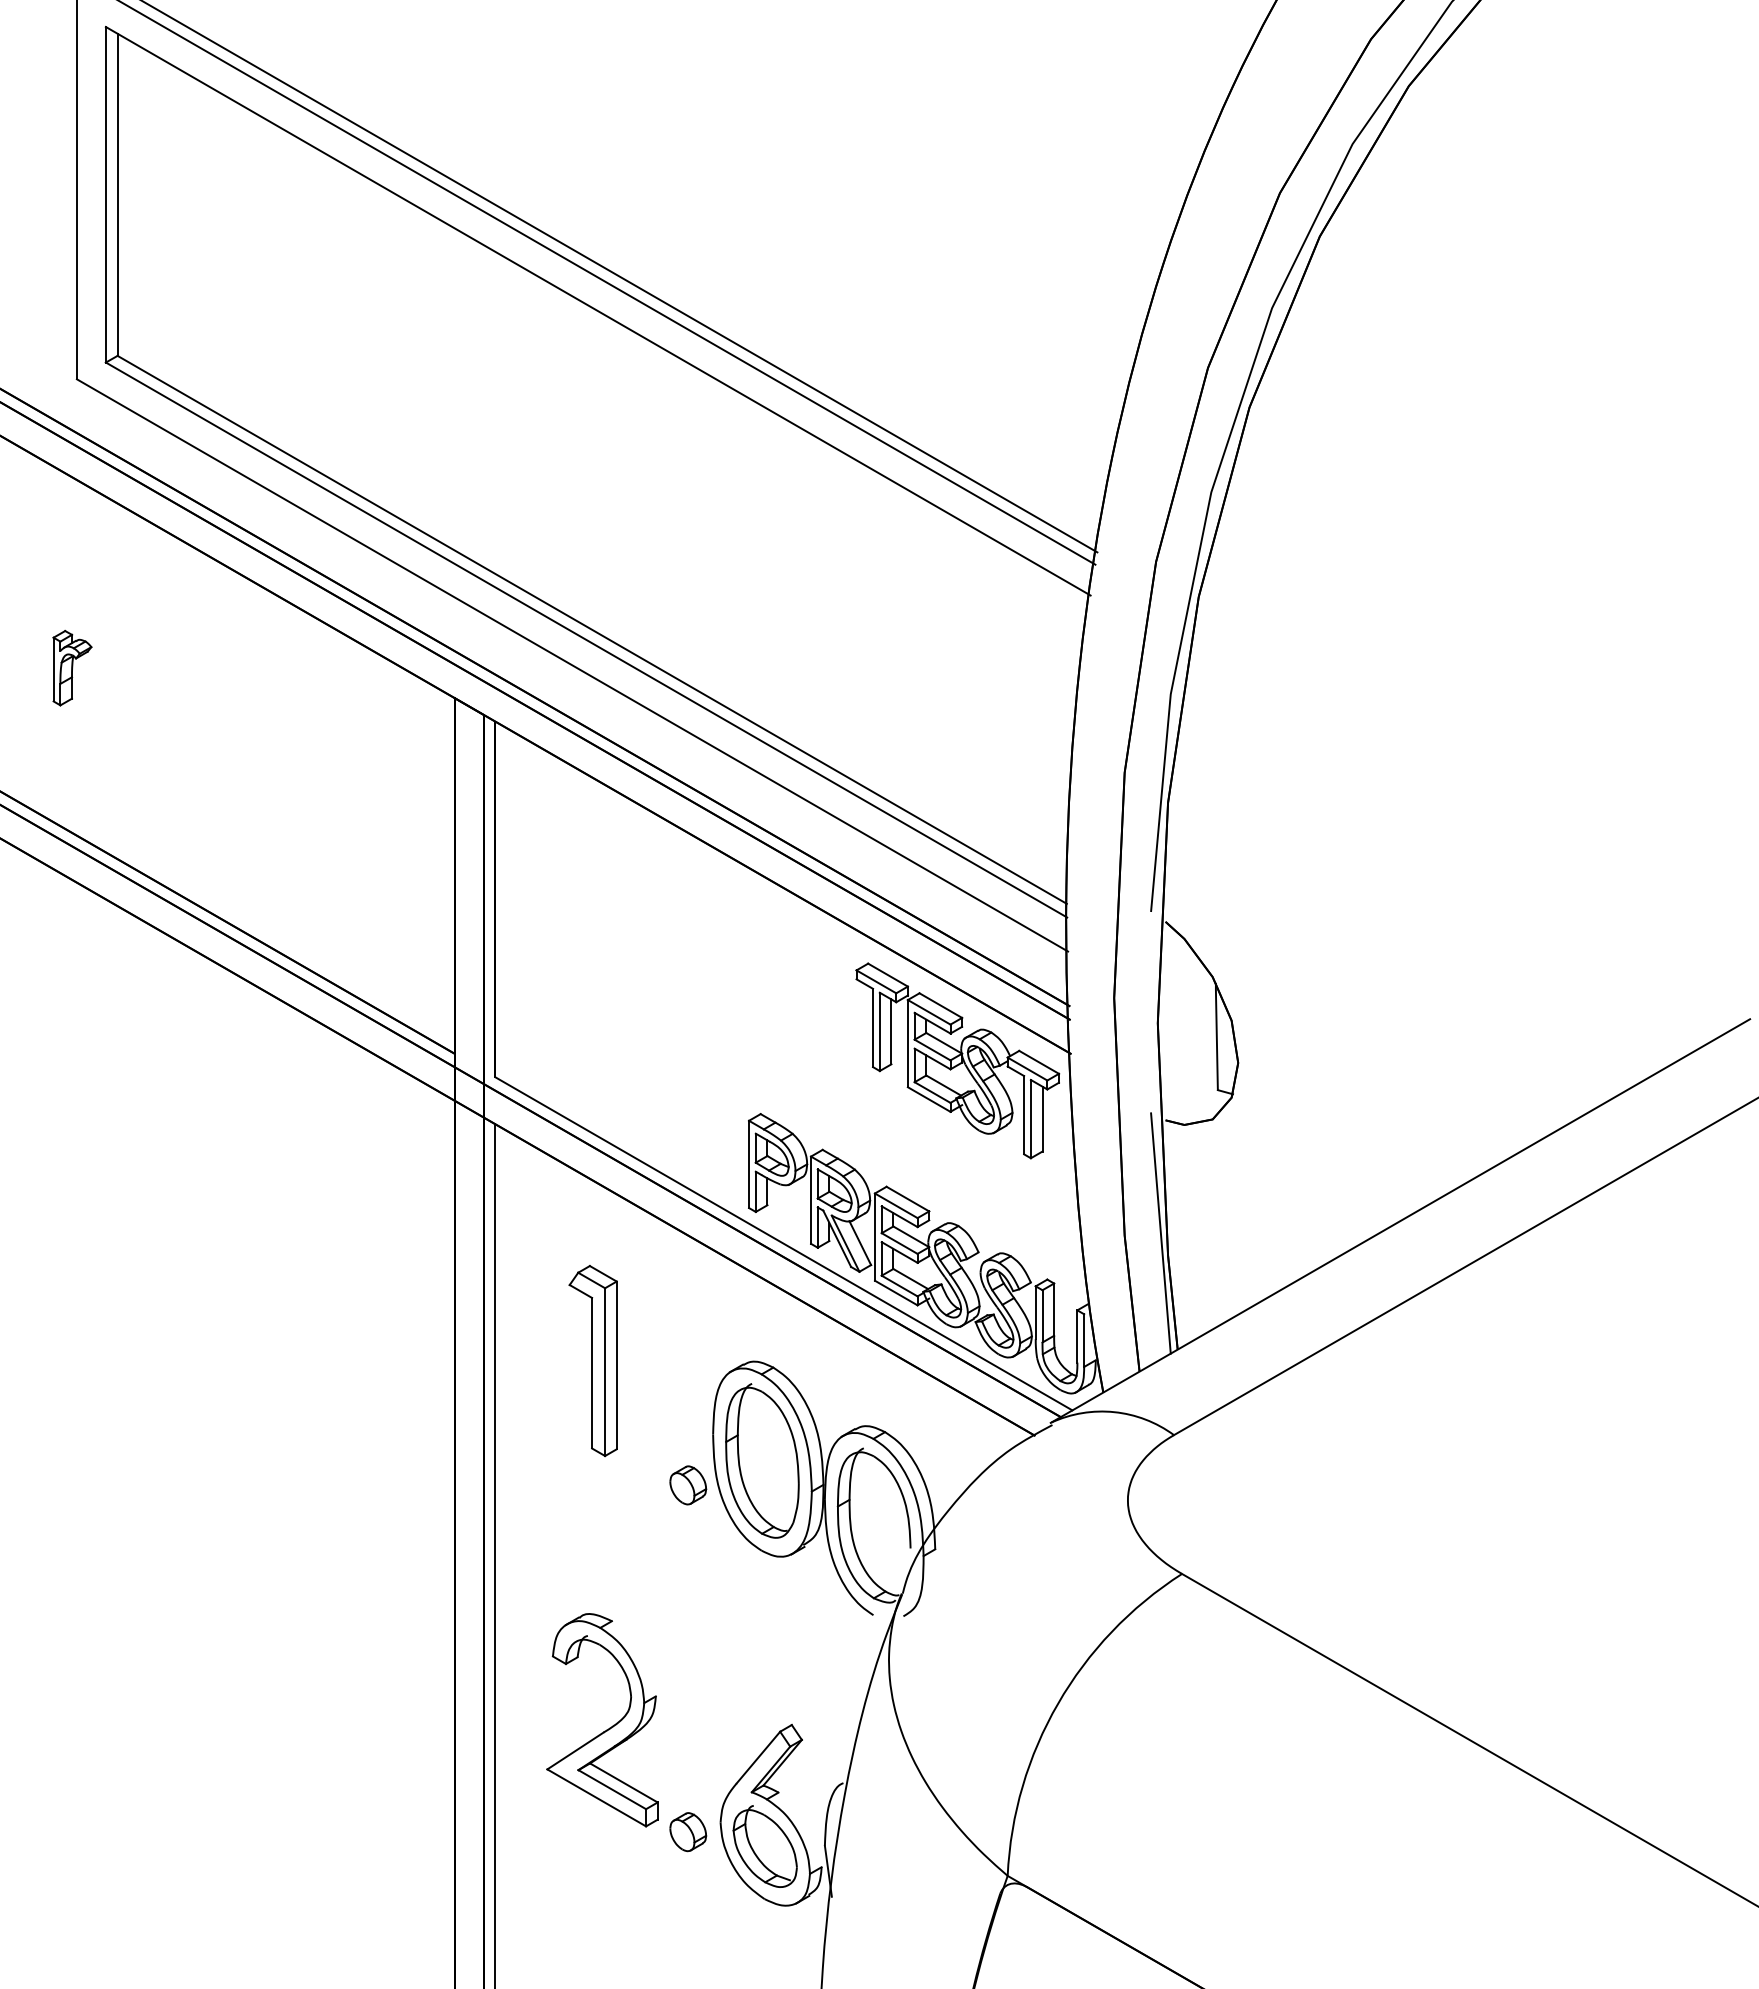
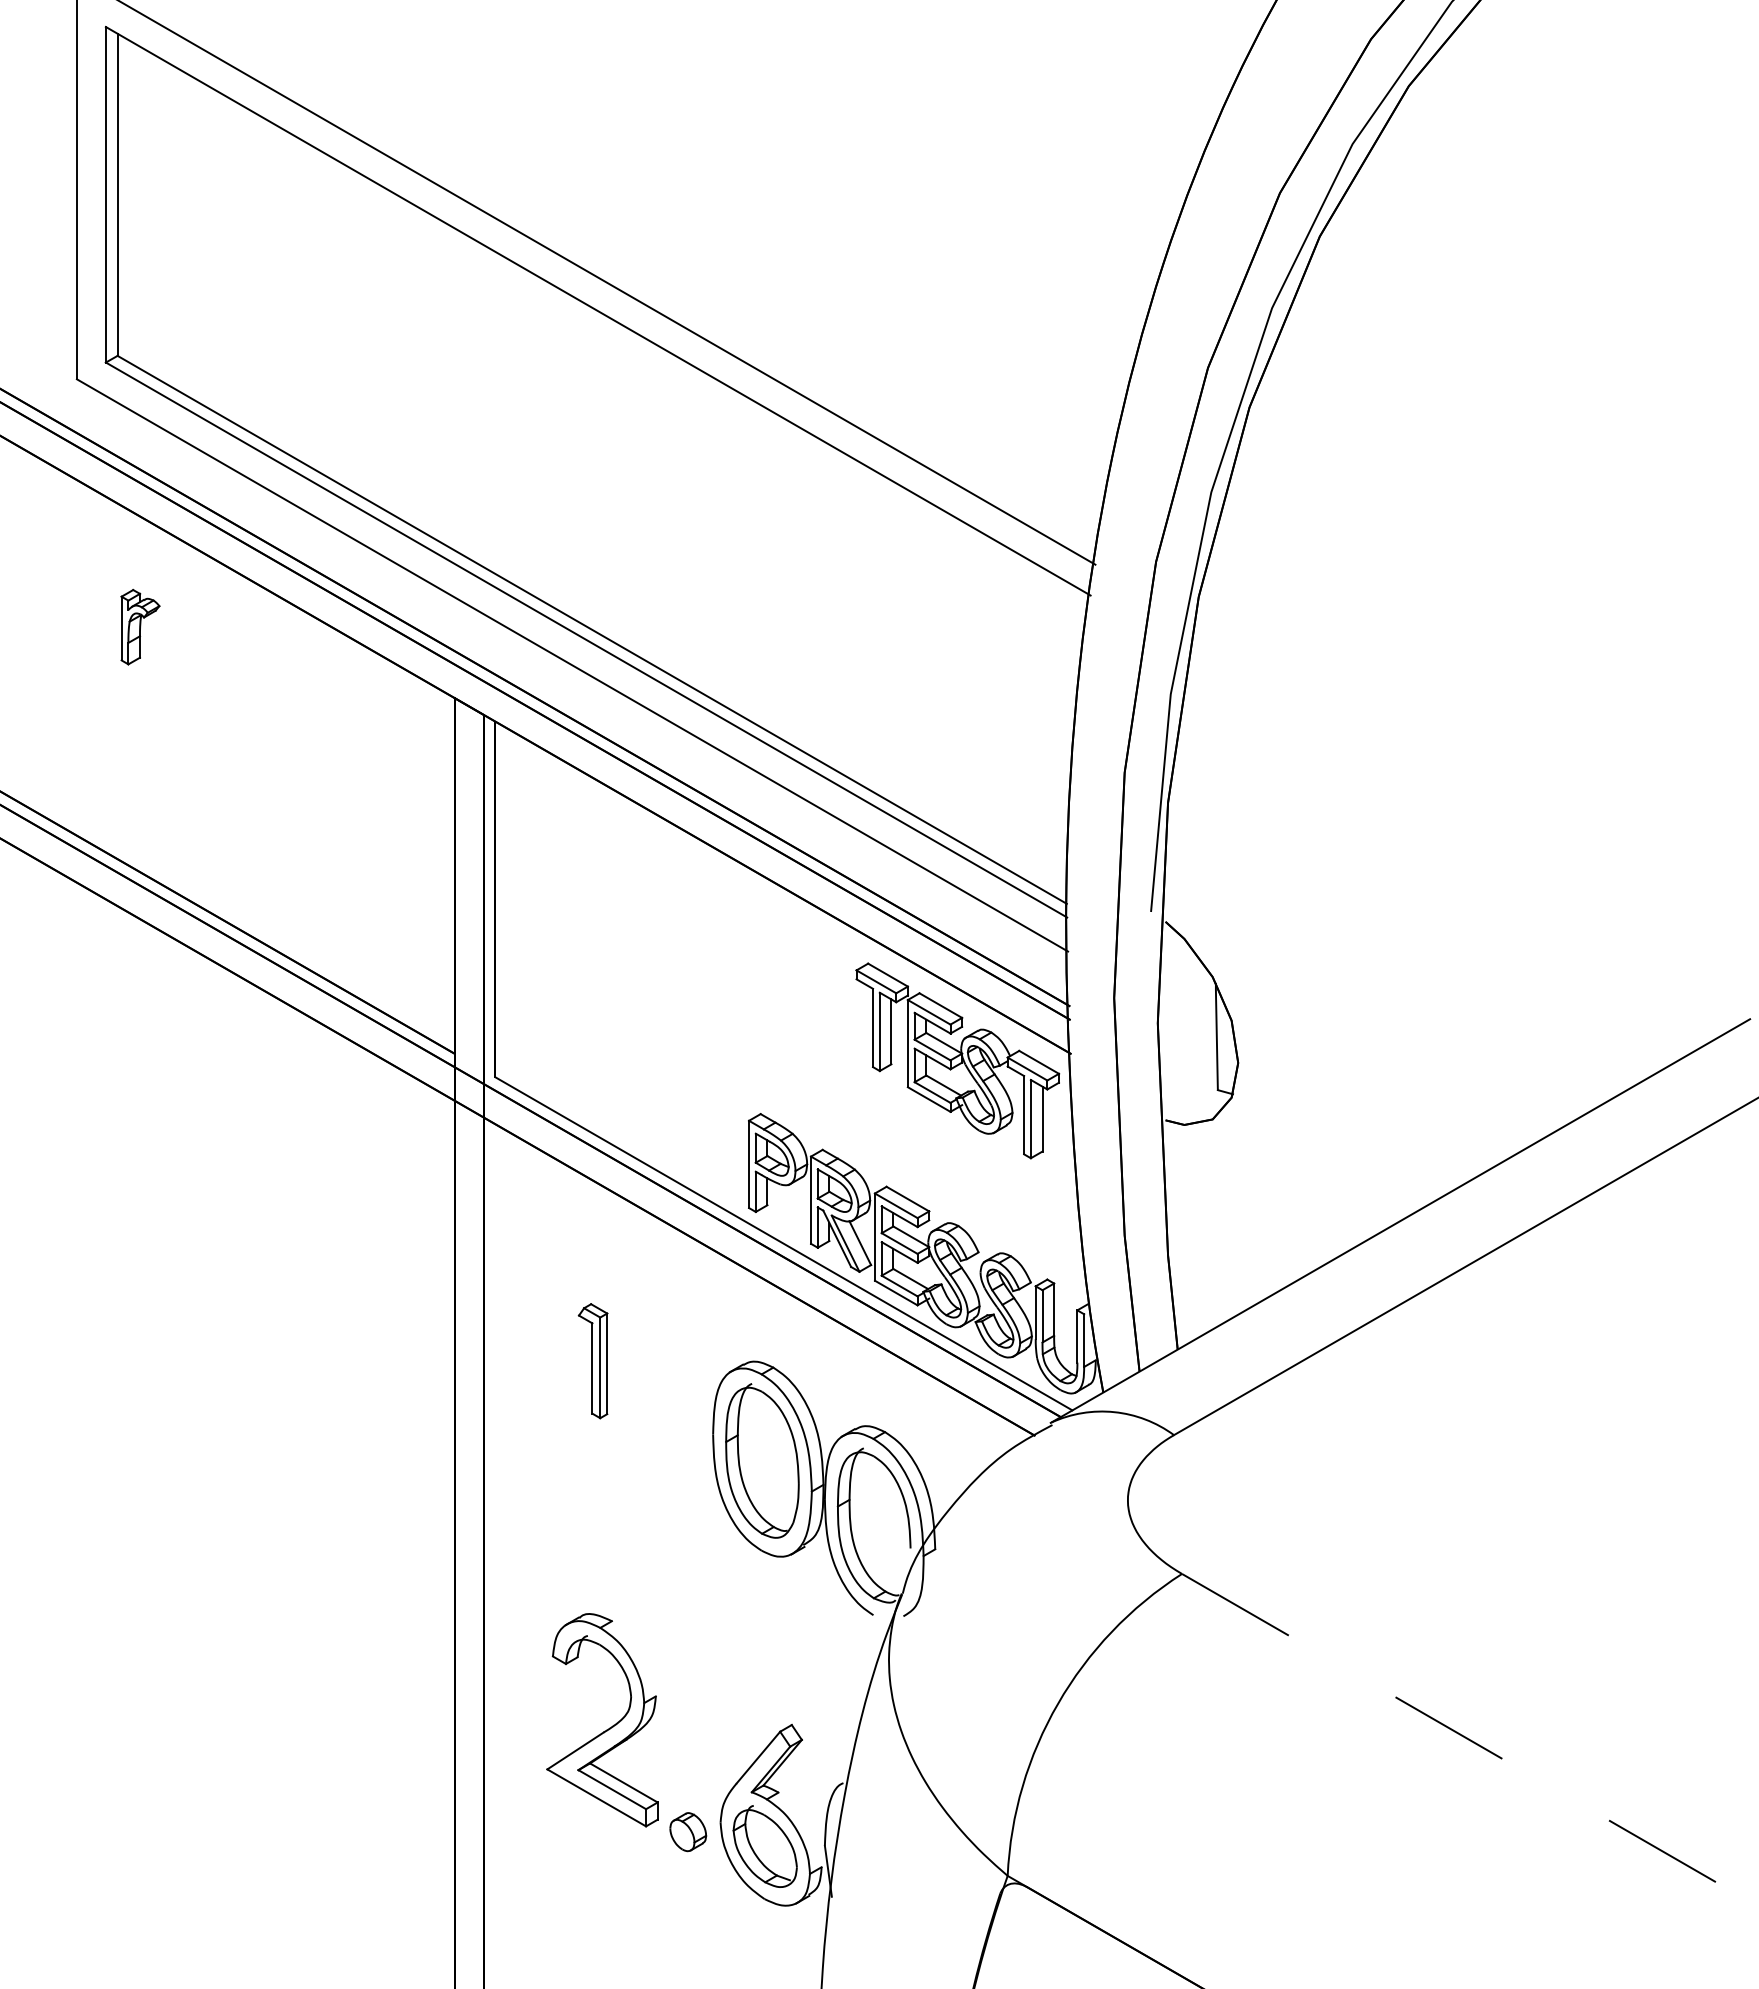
line at (620, 277): present -> none
part at (72, 667) position: (72, 667) -> (140, 626)
line at (1160, 1233): present -> none
part at (592, 1361) size: 50x193 px -> 32x117 px
part at (688, 1485): present -> none
line at (495, 1554): present -> none
line at (1470, 1740): solid -> dashed
